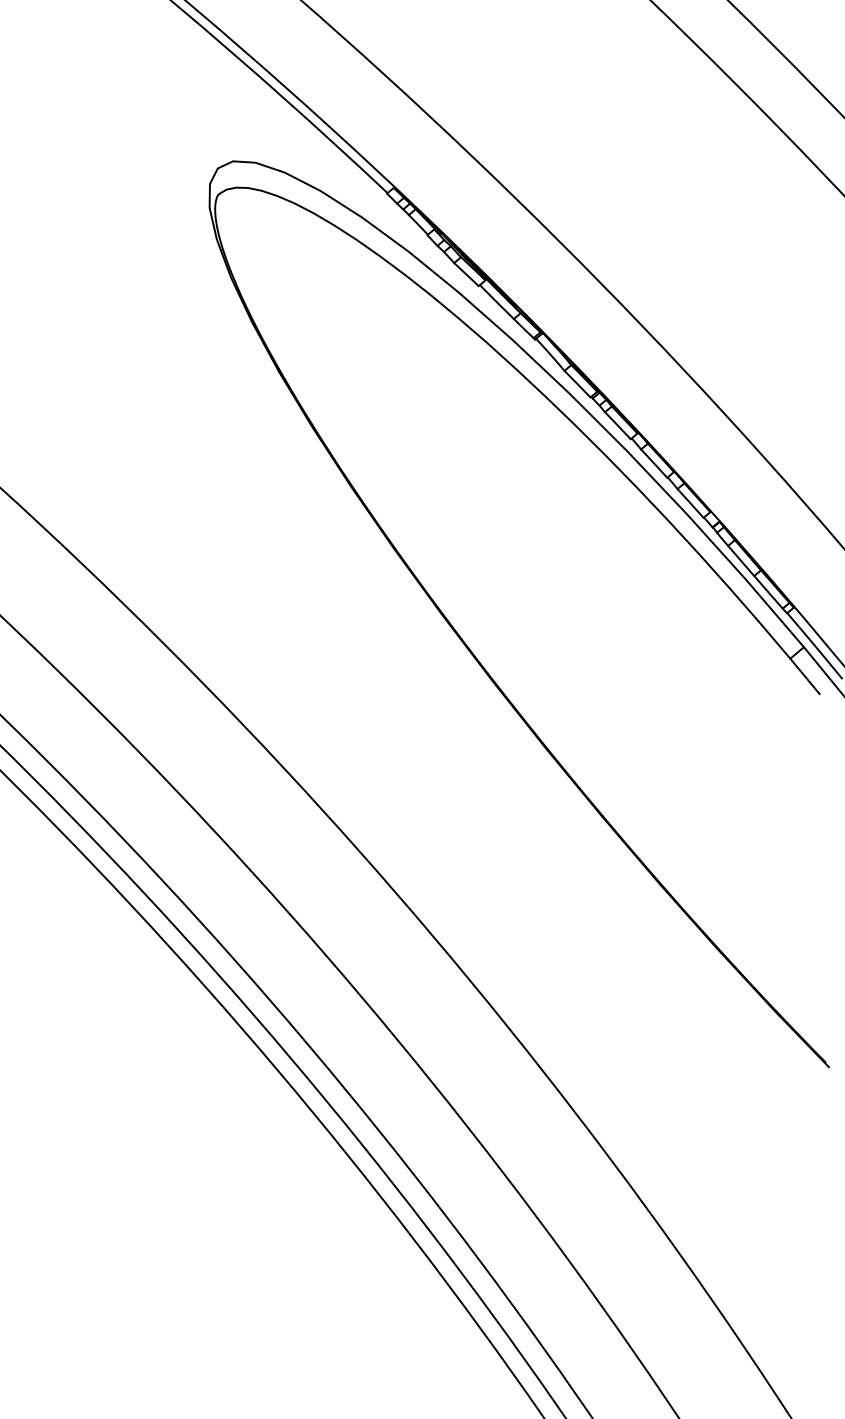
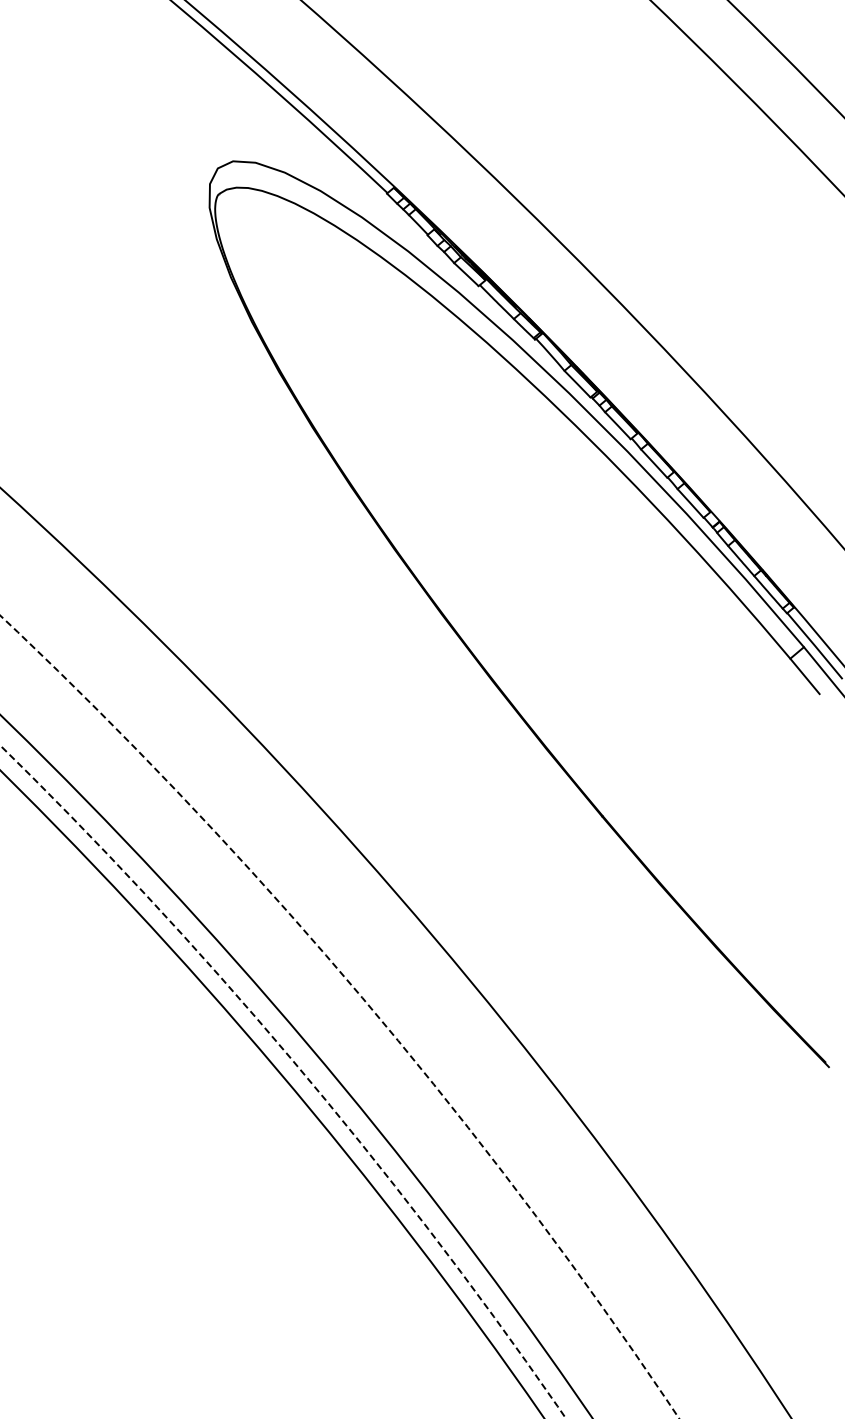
circle at (339, 1016): solid -> dashed
circle at (282, 1081): solid -> dashed
